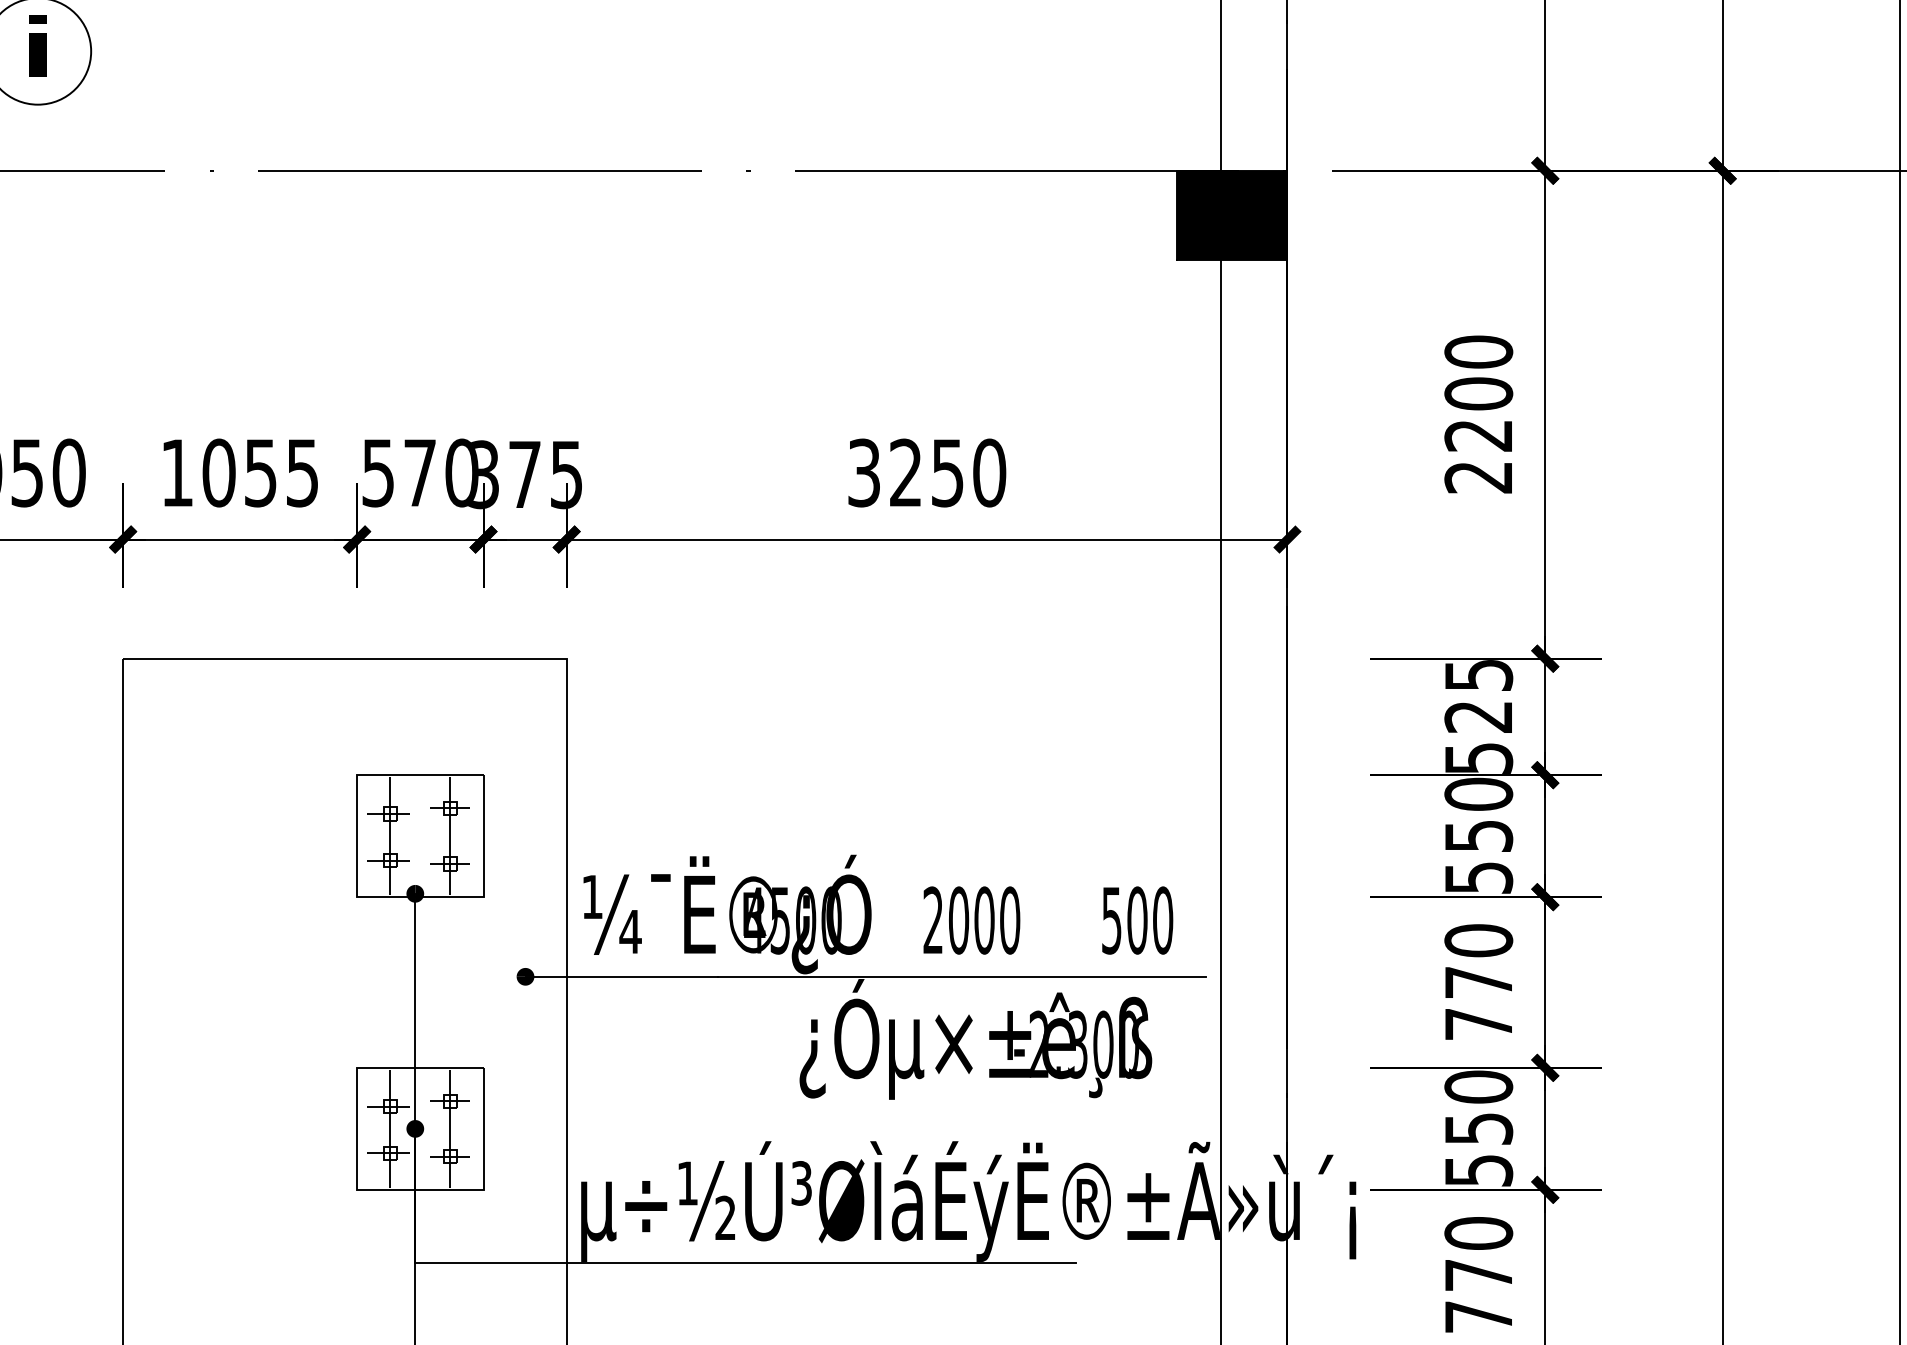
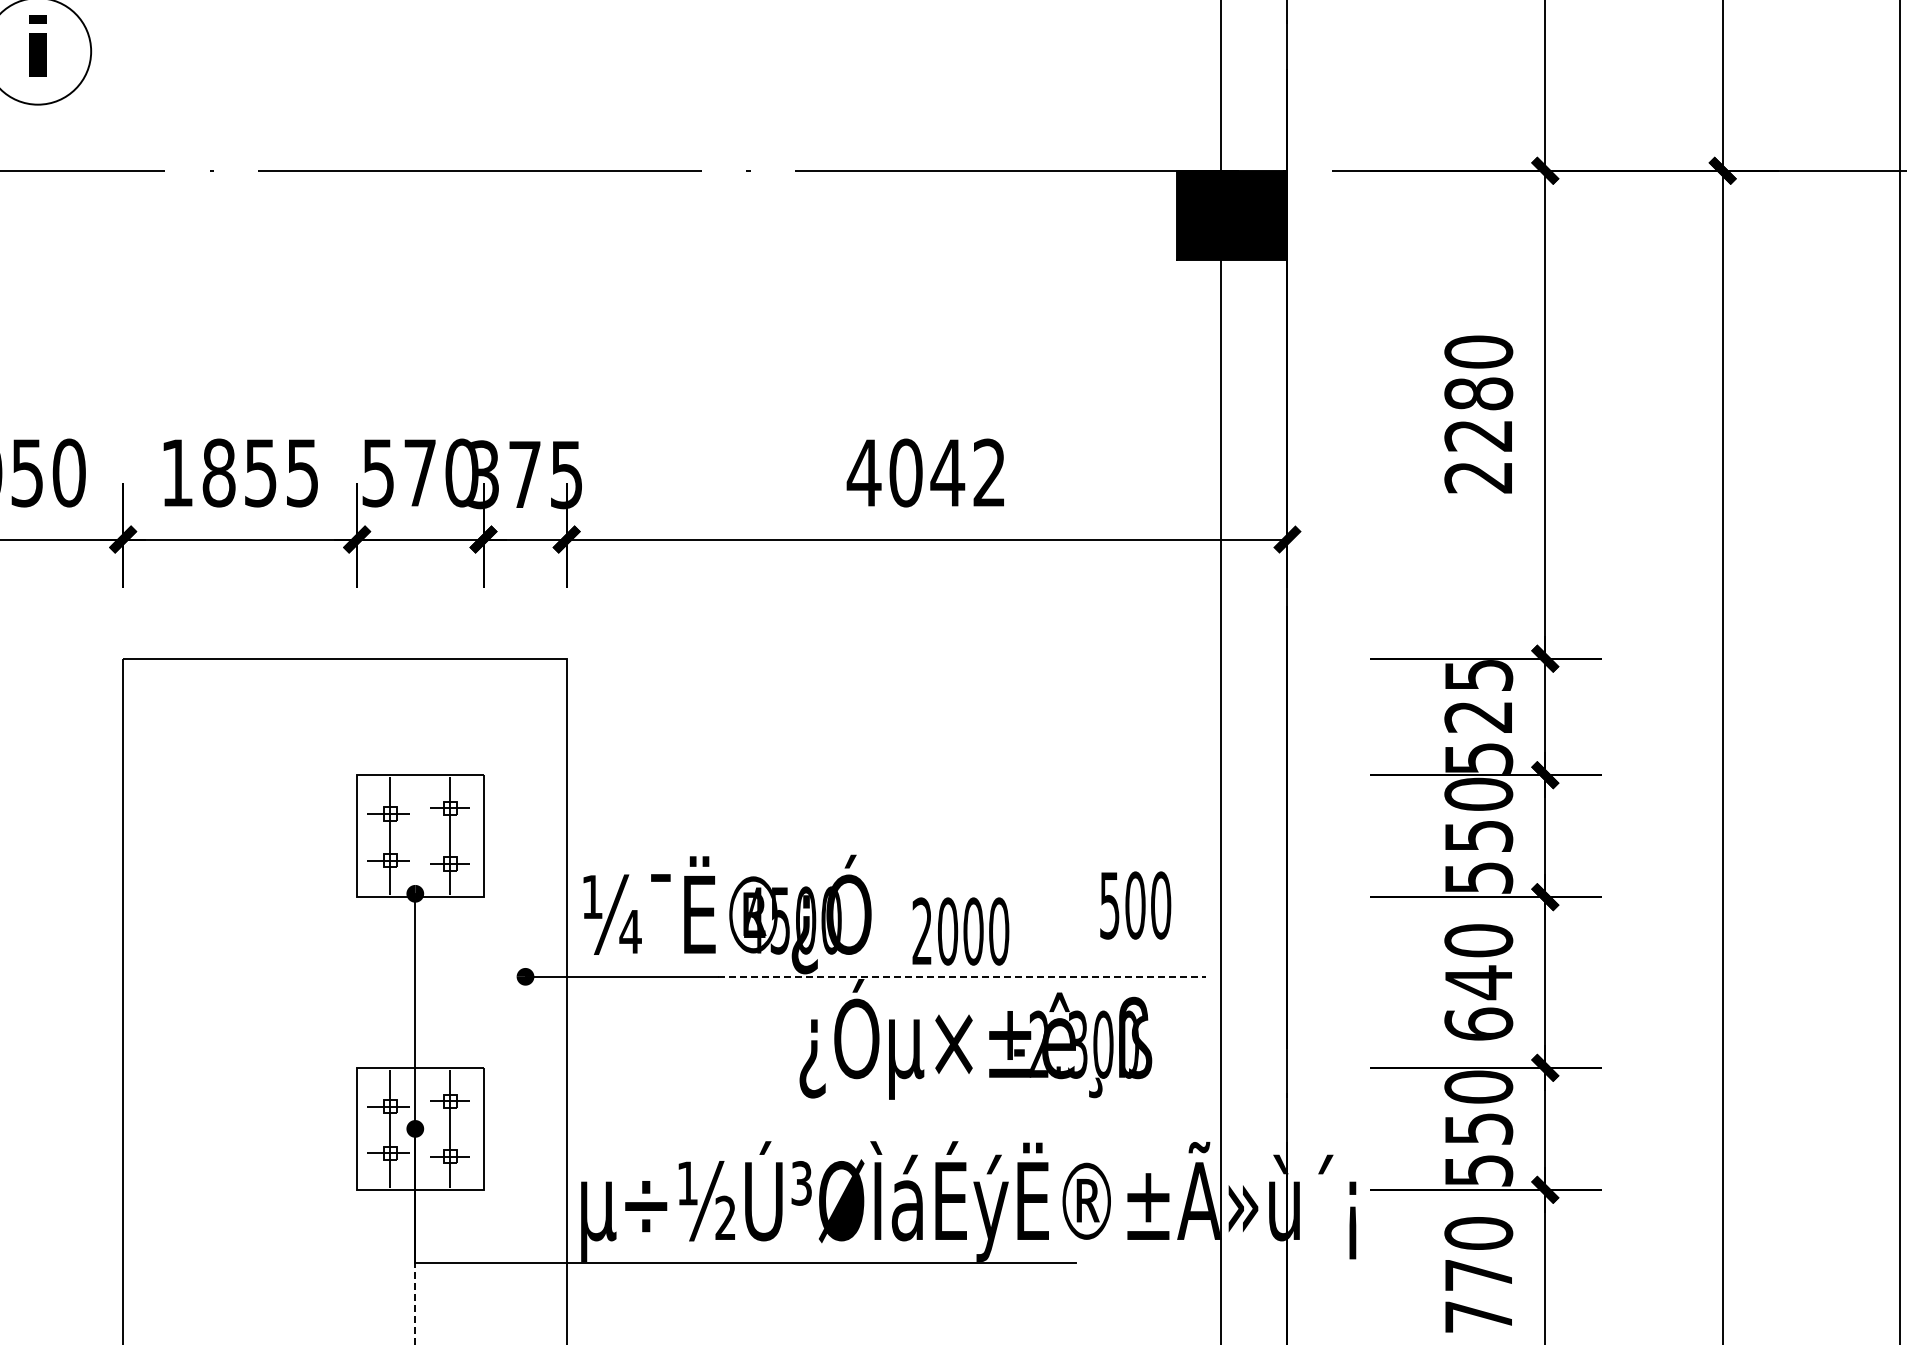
text at (1478, 393): 2200 -> 2280
text at (218, 472): 1055 -> 1855
text at (926, 472): 3250 -> 4042
text at (971, 920) position: (971, 920) -> (960, 931)
text at (1137, 920) position: (1137, 920) -> (1135, 905)
line at (962, 976): solid -> dashed
text at (1478, 1002): 770 -> 640
line at (415, 1304): solid -> dashed
